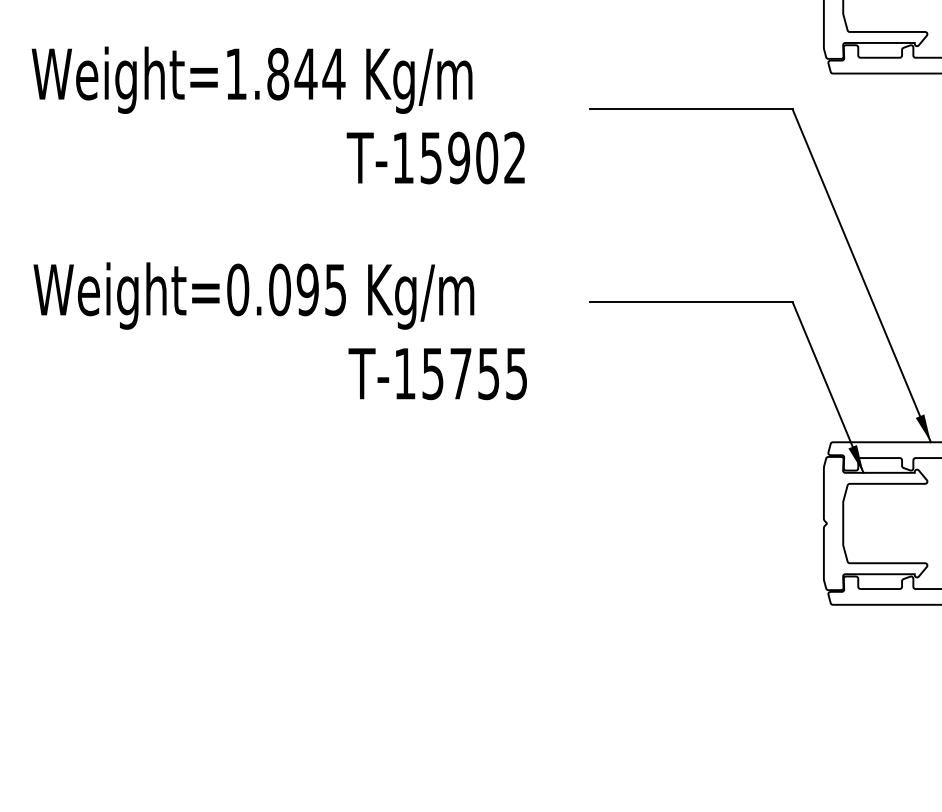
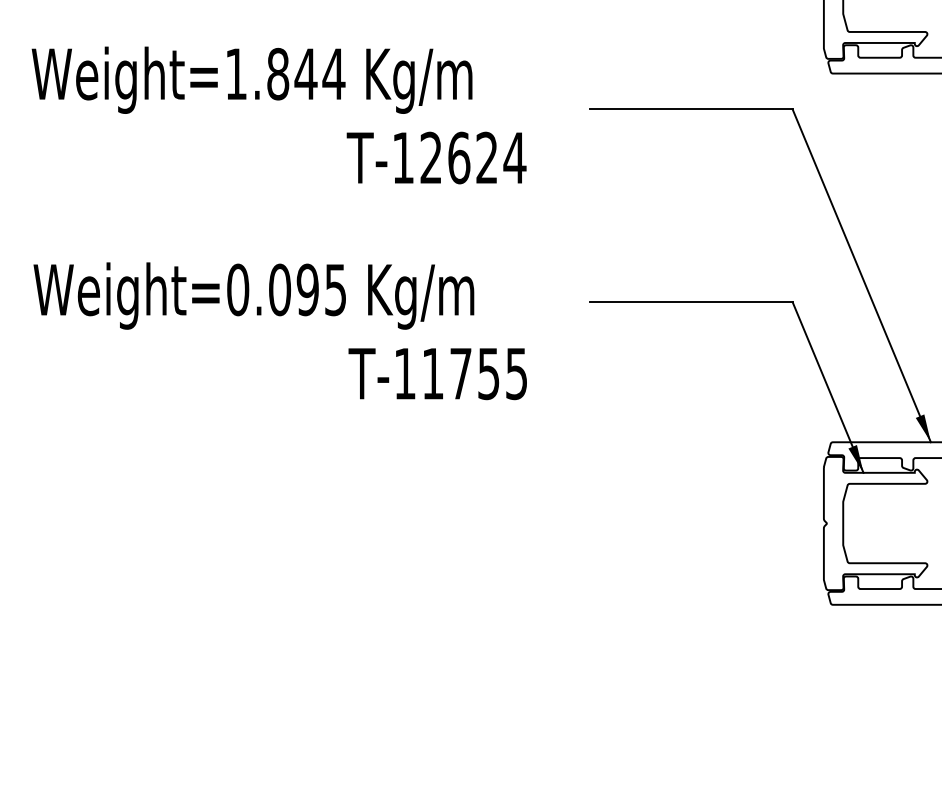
text at (473, 157): T-15902 -> T-12624
text at (432, 374): T-15755 -> T-11755
